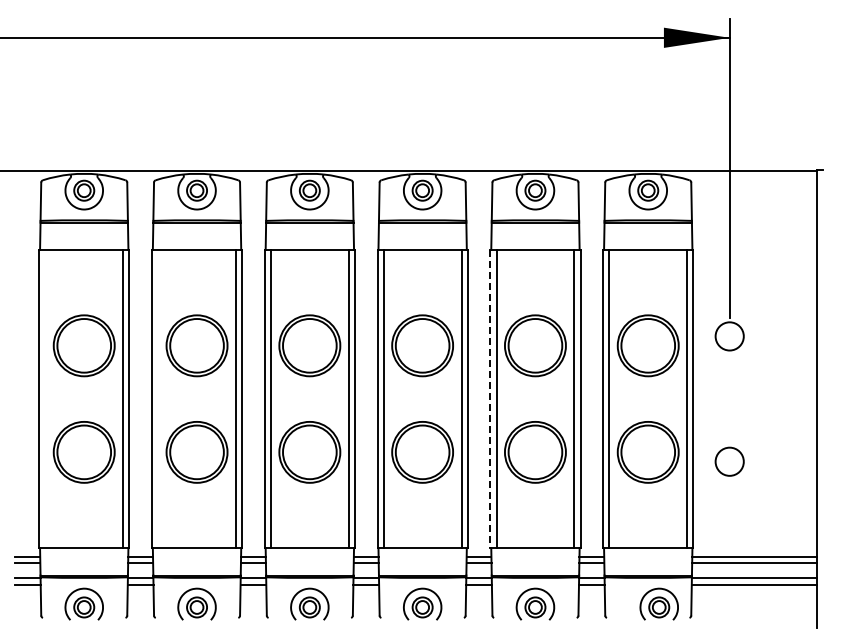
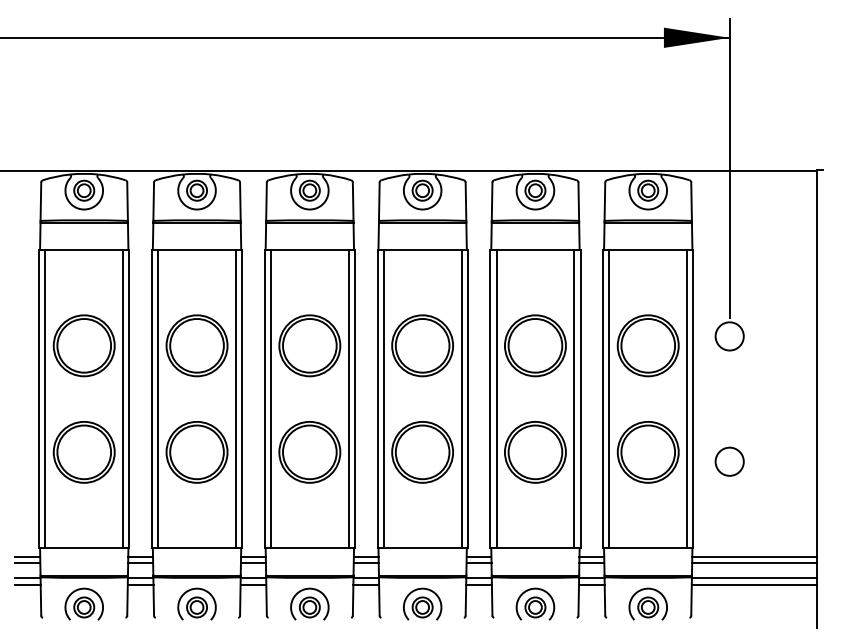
line at (45, 398): none -> present
line at (158, 398): none -> present
line at (490, 399): dashed -> solid
part at (658, 603) position: (658, 603) -> (647, 603)
